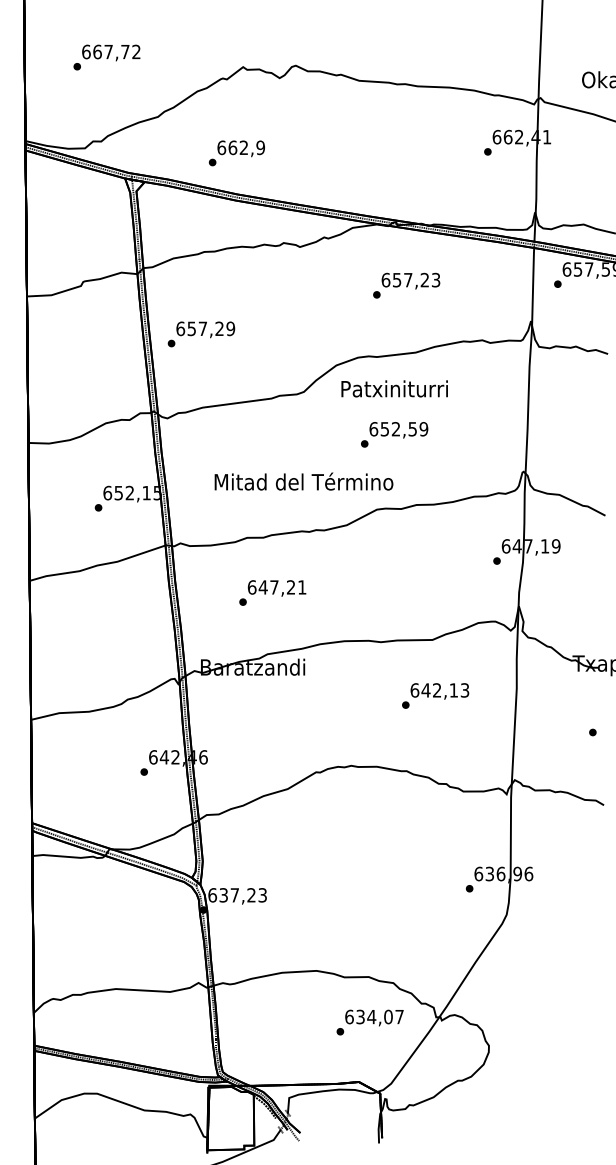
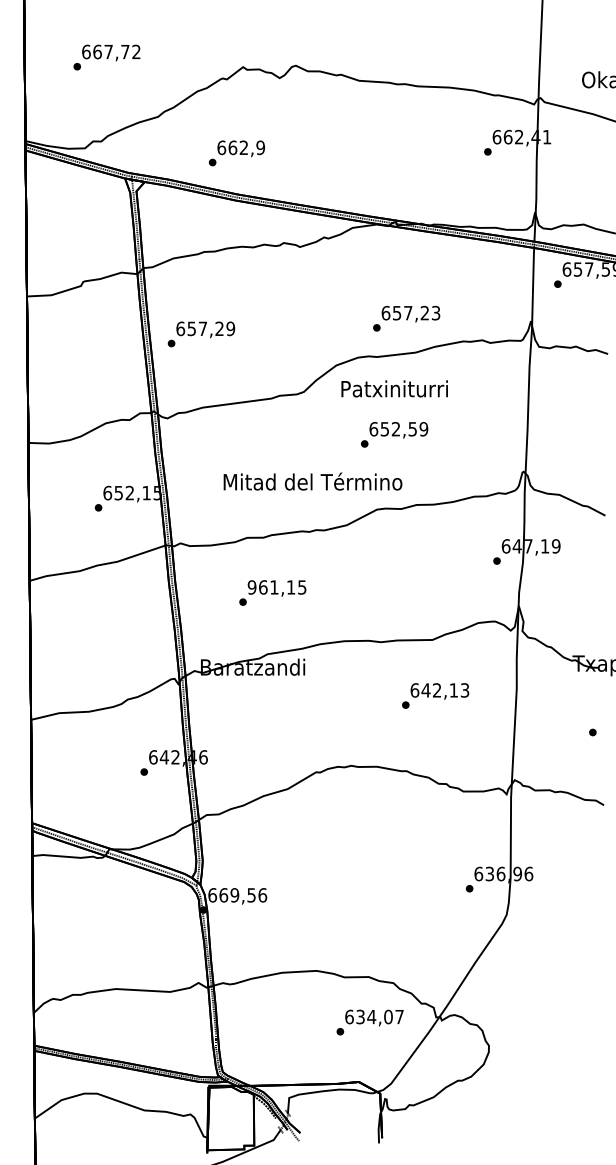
text at (406, 285) position: (406, 285) -> (406, 318)
text at (303, 481) position: (303, 481) -> (312, 481)
text at (276, 587): 647,21 -> 961,15
text at (243, 895): 637,23 -> 669,56
